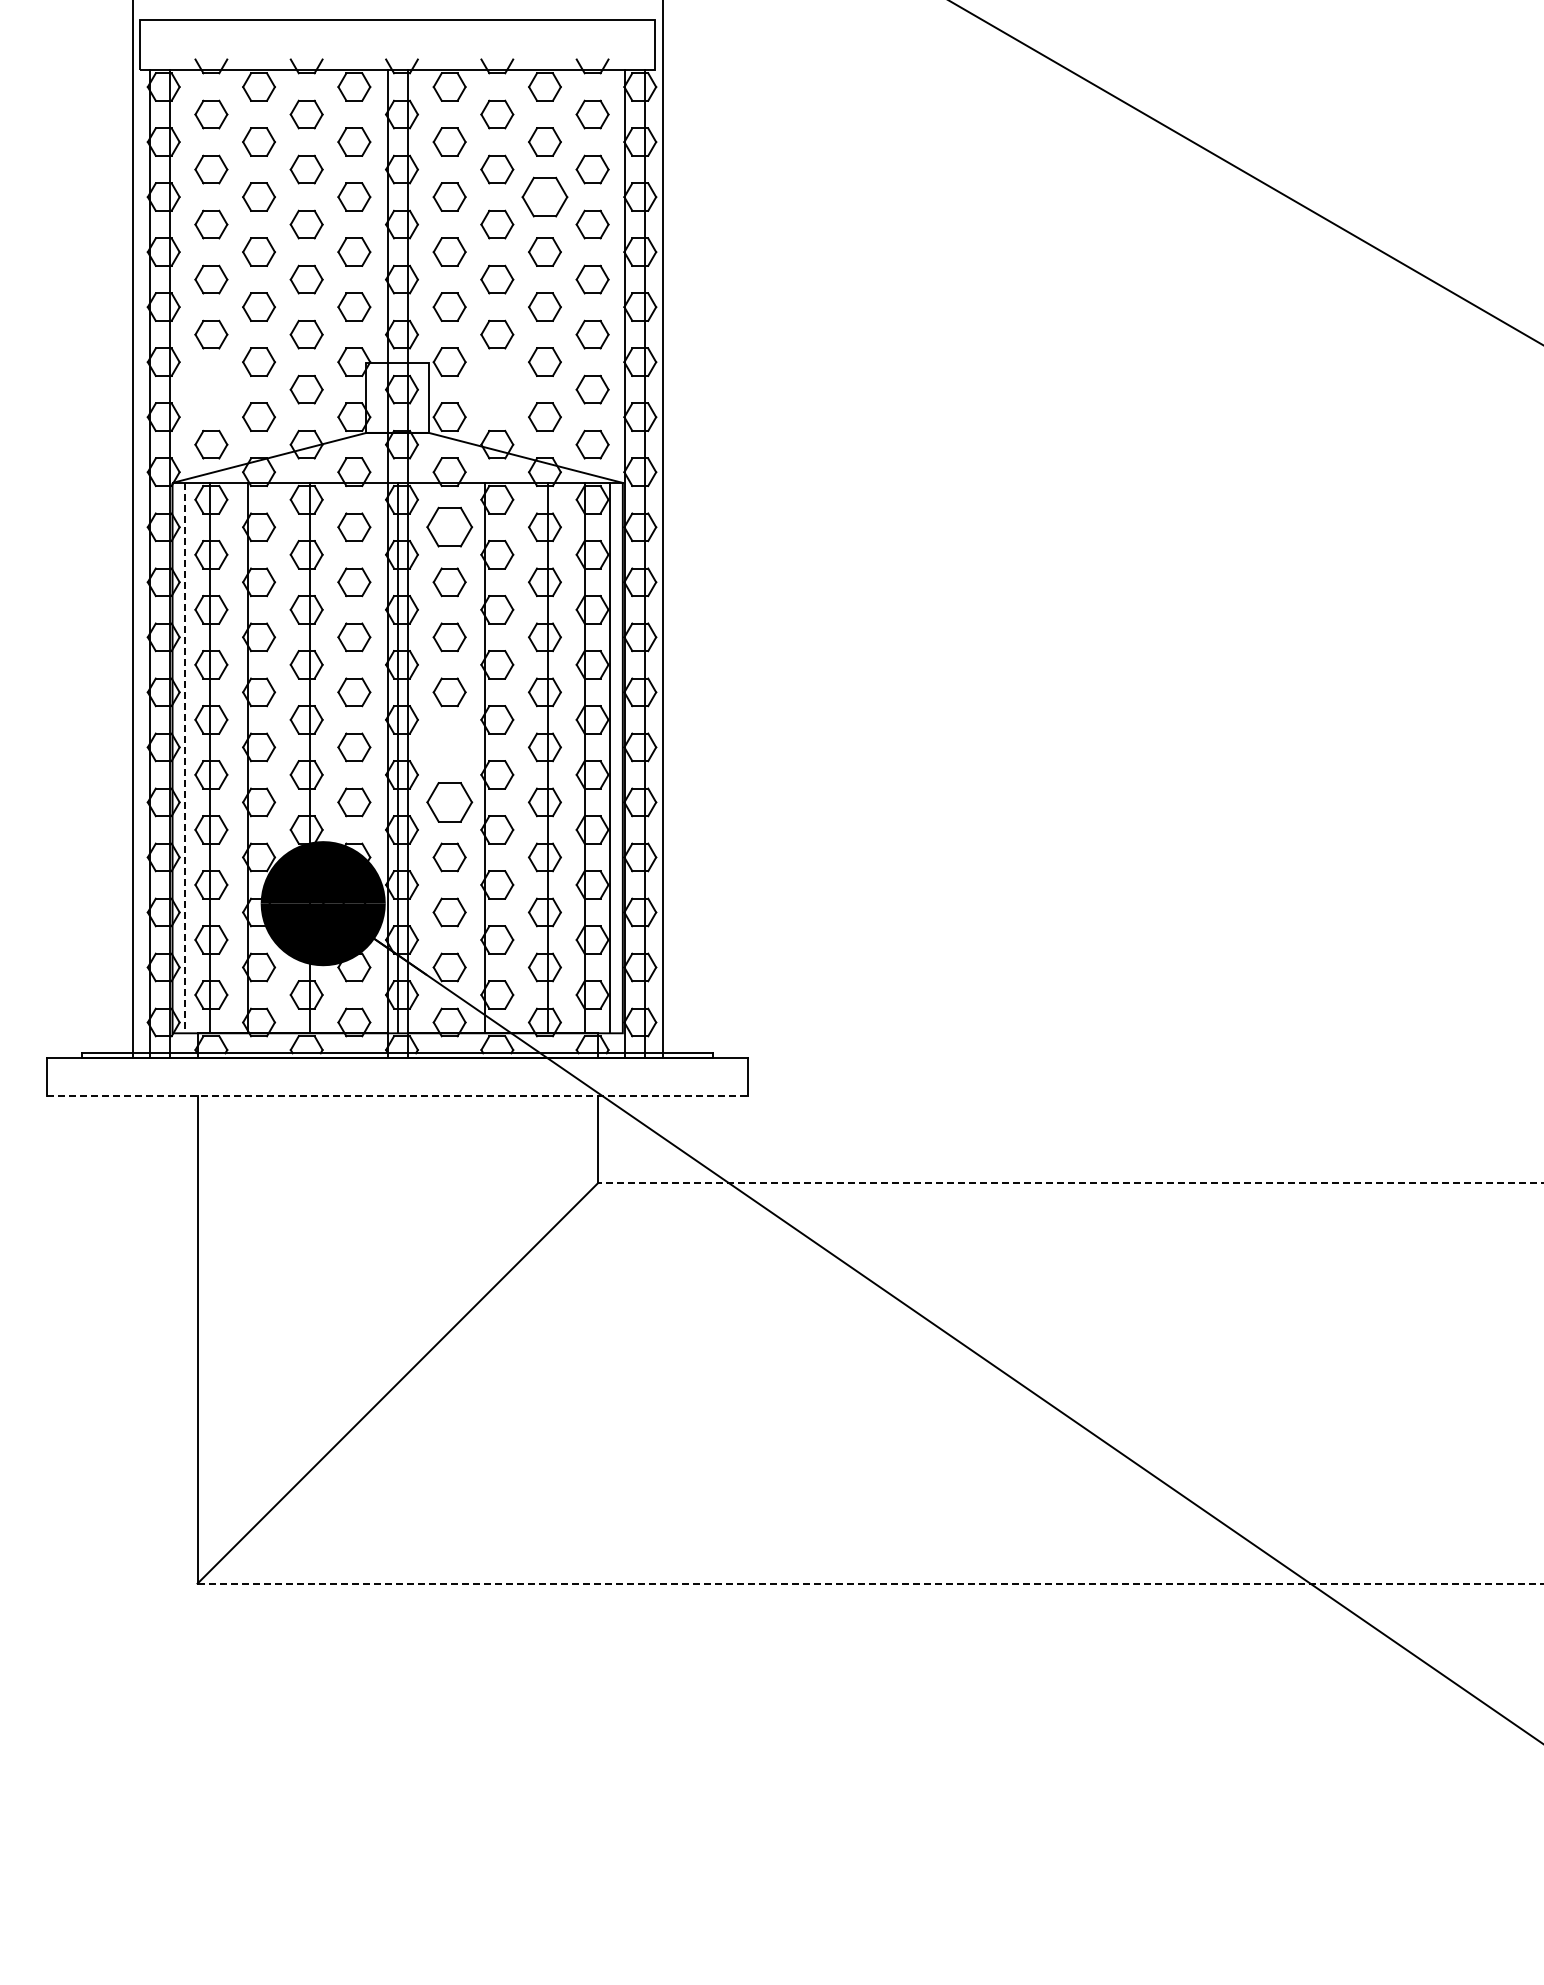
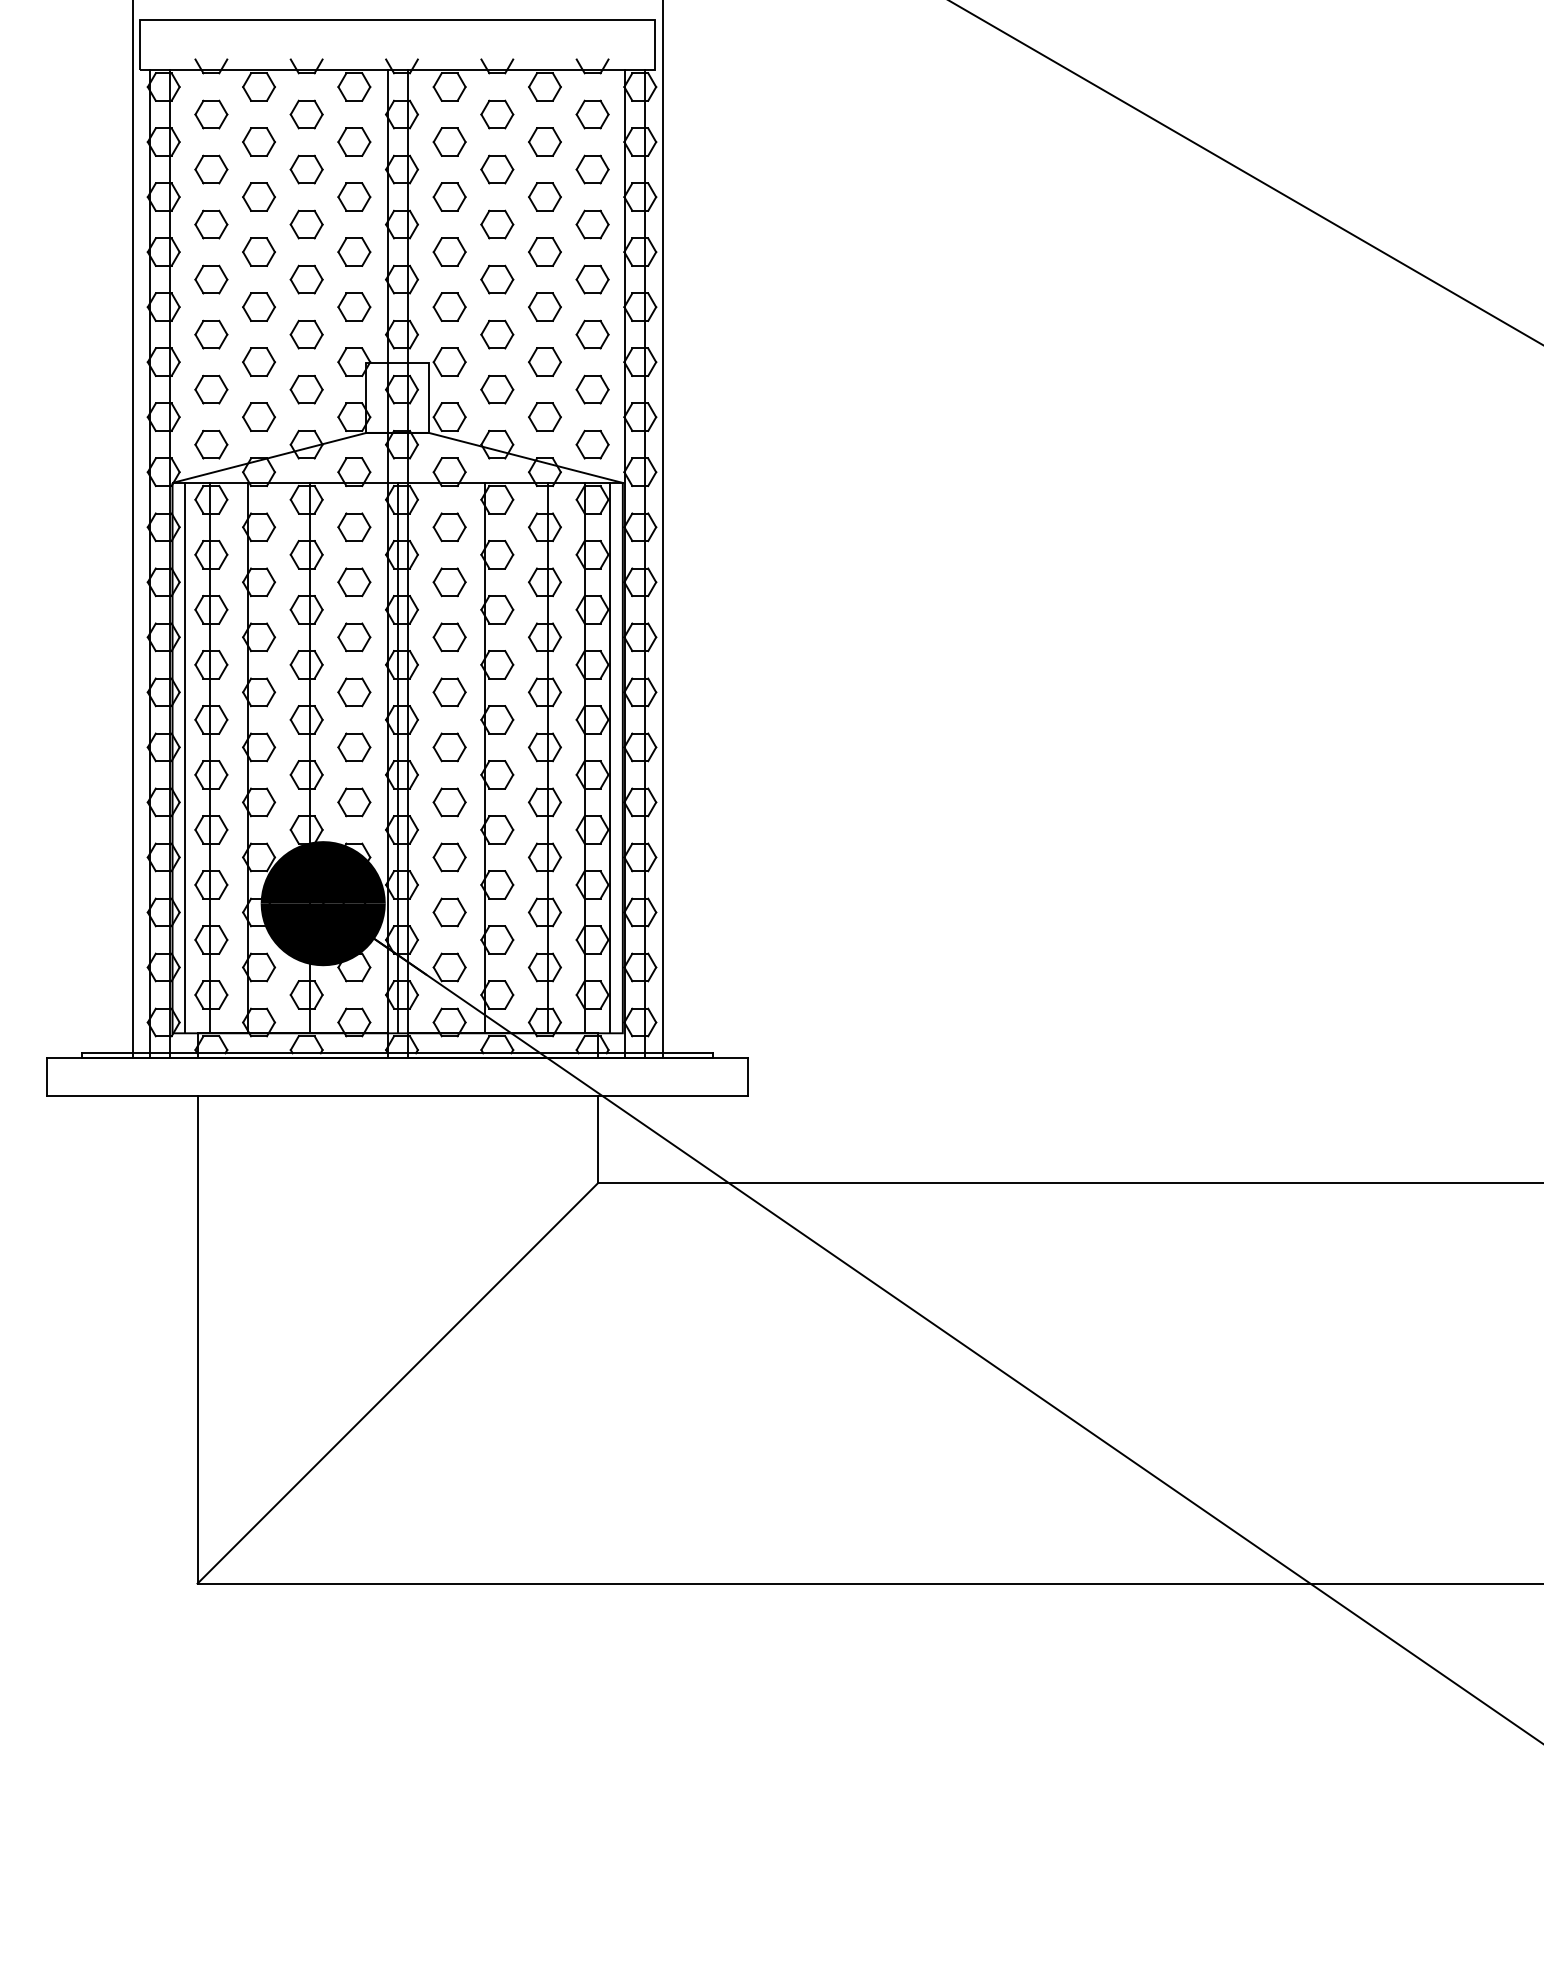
part at (544, 196) size: 48x42 px -> 34x30 px
part at (211, 389): none -> present
part at (497, 389): none -> present
part at (449, 526) size: 48x42 px -> 35x31 px
part at (449, 747): none -> present
line at (185, 758): dashed -> solid
part at (449, 802) size: 48x41 px -> 35x31 px
line at (398, 1095): dashed -> solid
line at (1070, 1183): dashed -> solid
line at (871, 1583): dashed -> solid
